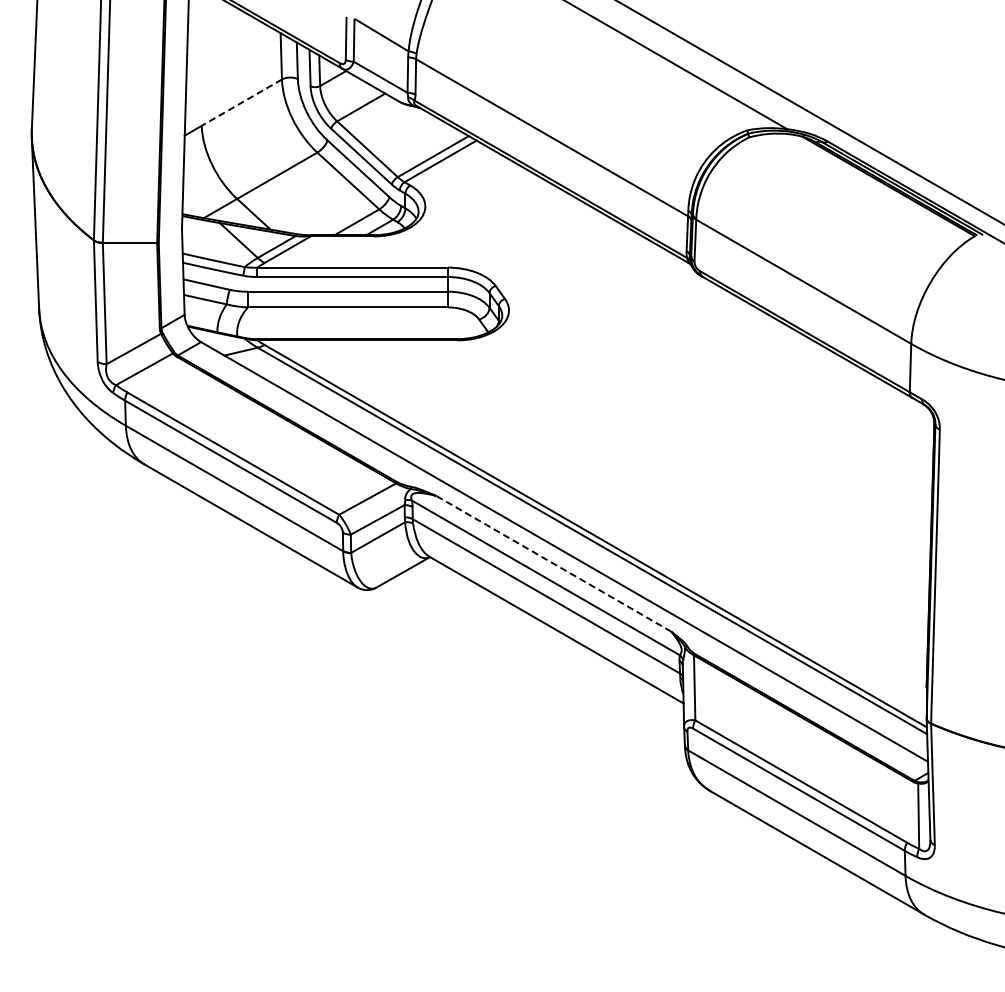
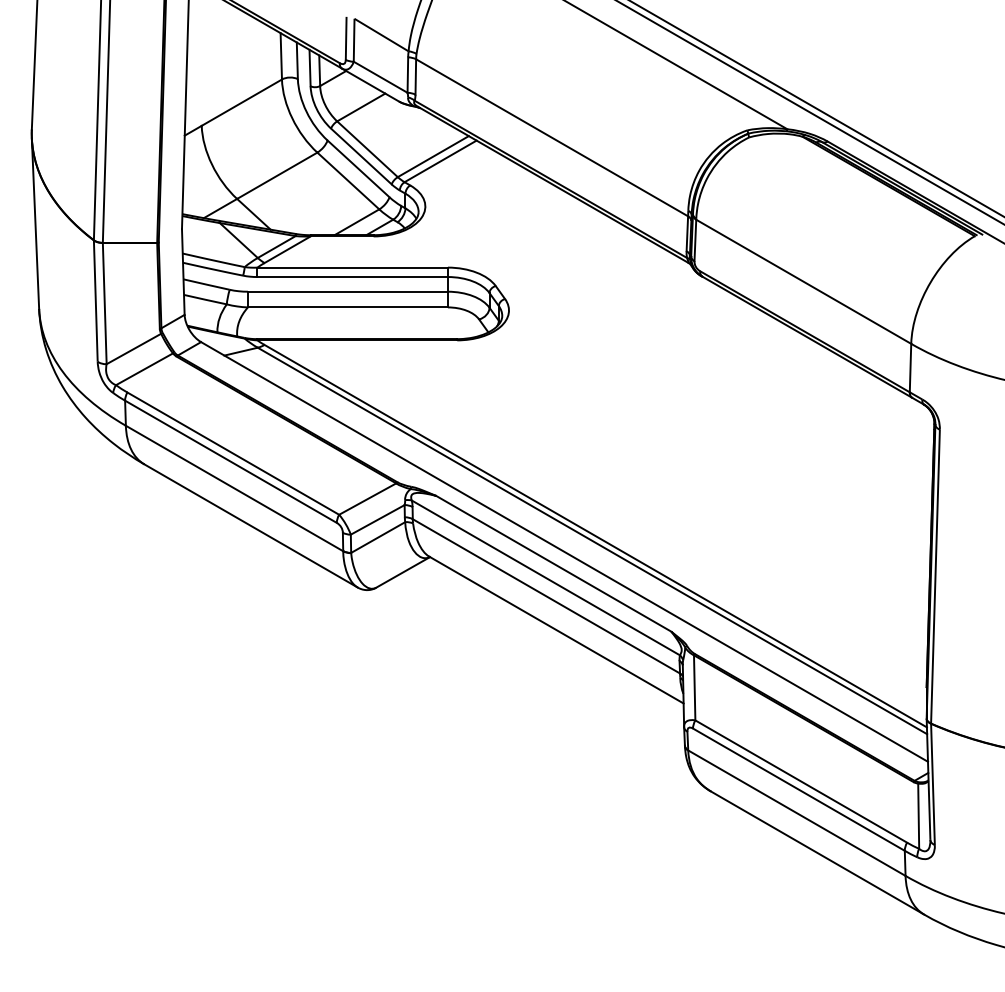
line at (241, 102): dashed -> solid
line at (816, 108): none -> present
line at (553, 563): dashed -> solid
